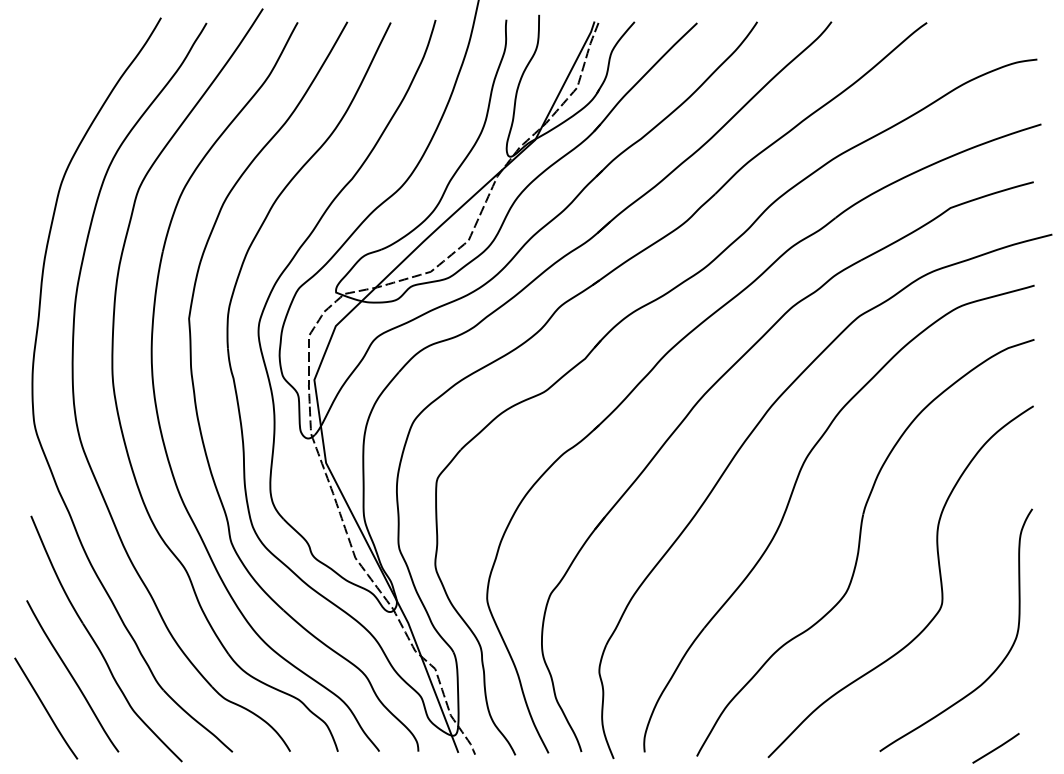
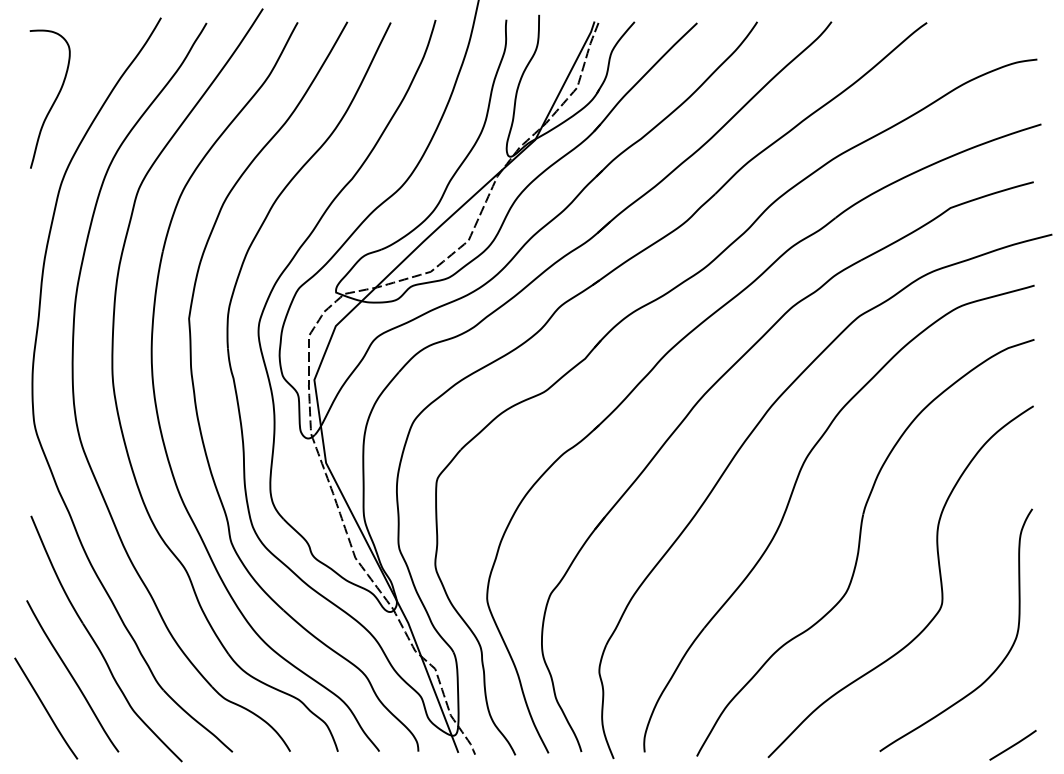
curve at (53, 101): none -> present
line at (996, 747) position: (996, 747) -> (1013, 744)
